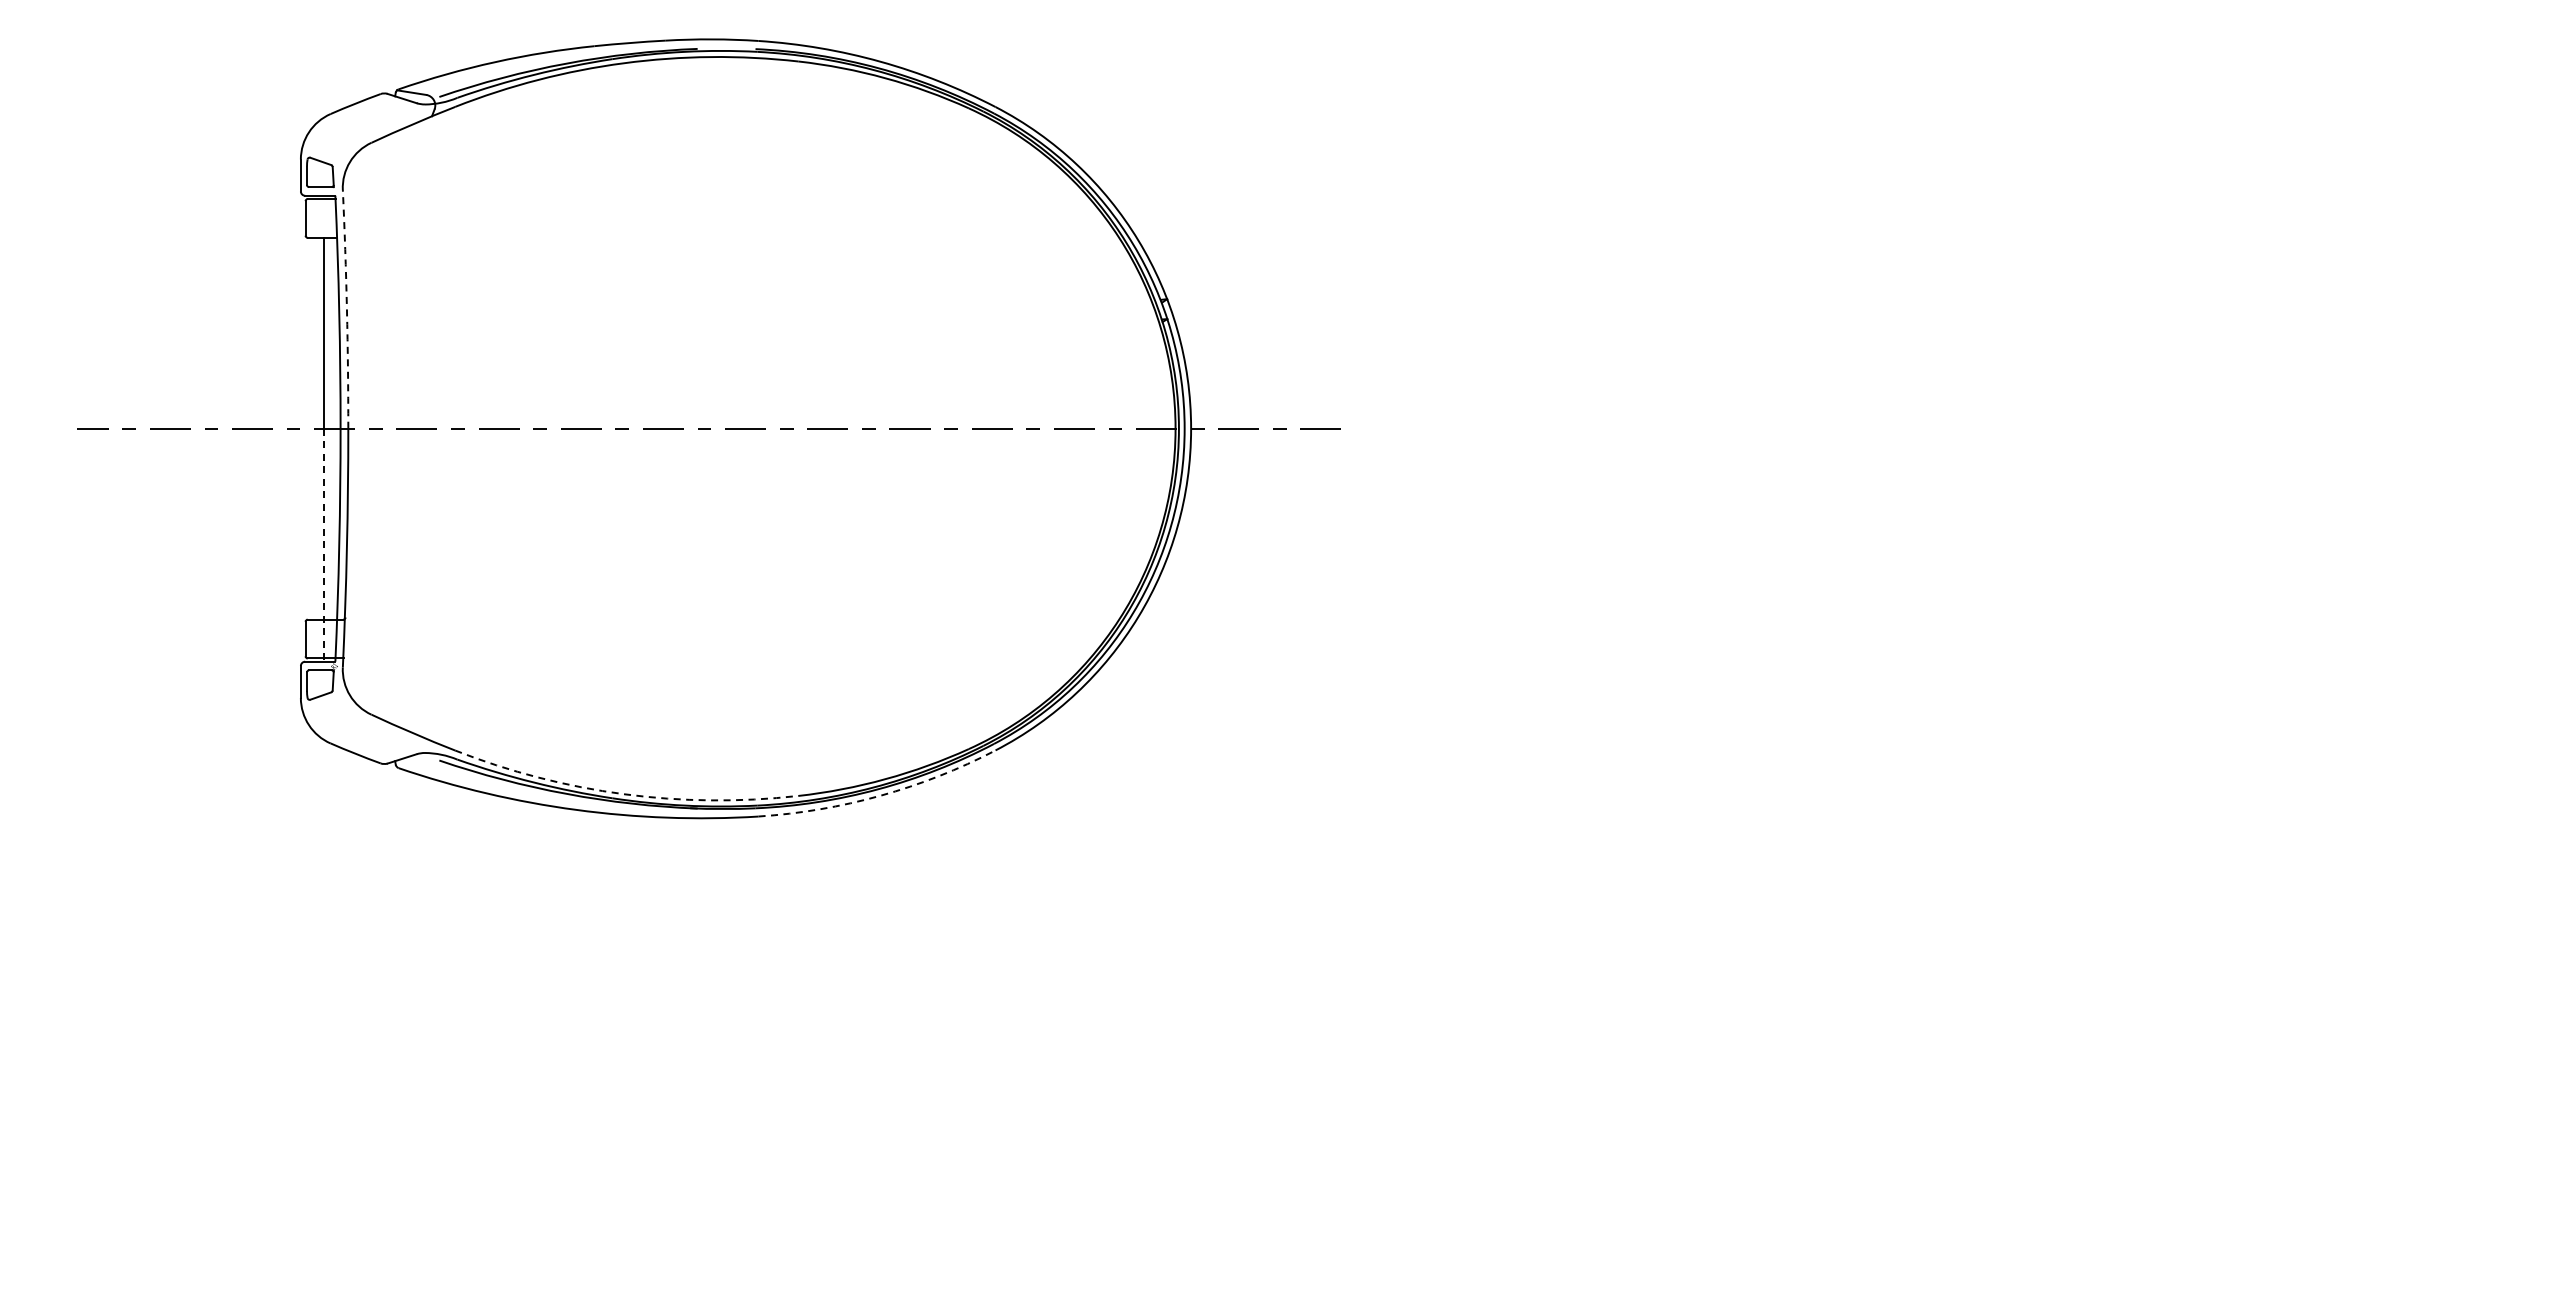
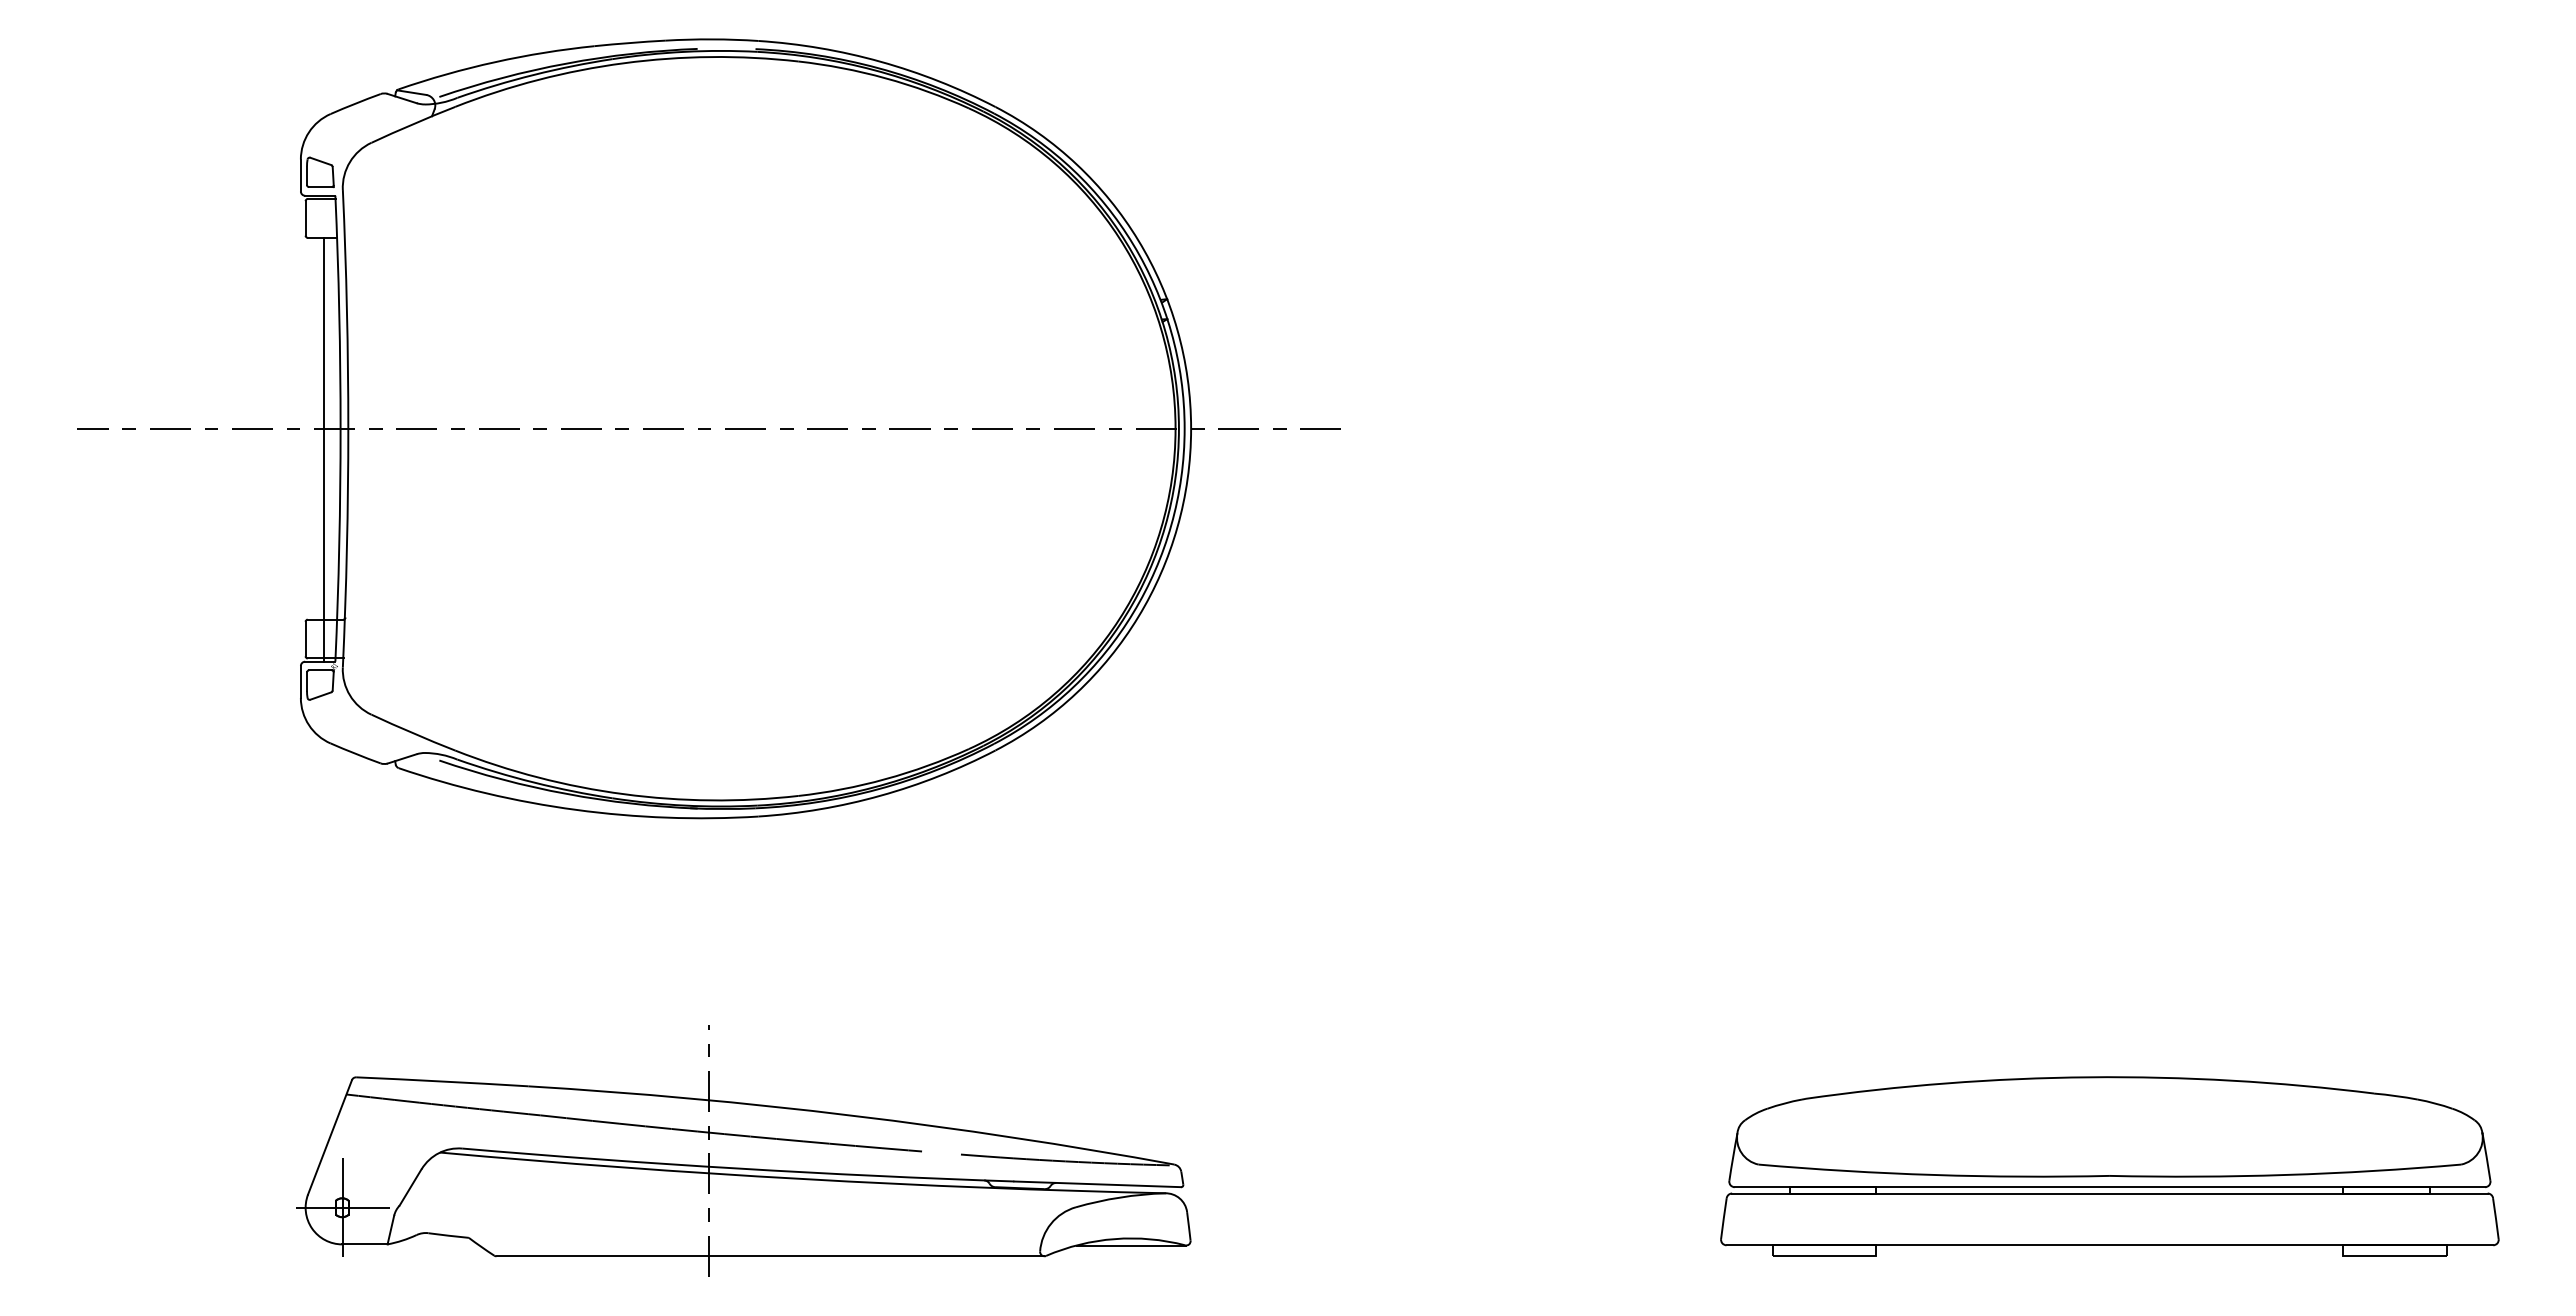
arc at (346, 309): dashed -> solid
line at (324, 545): dashed -> solid
arc at (623, 794): dashed -> solid
arc at (880, 795): dashed -> solid
part at (743, 1150): none -> present
part at (2109, 1166): none -> present
